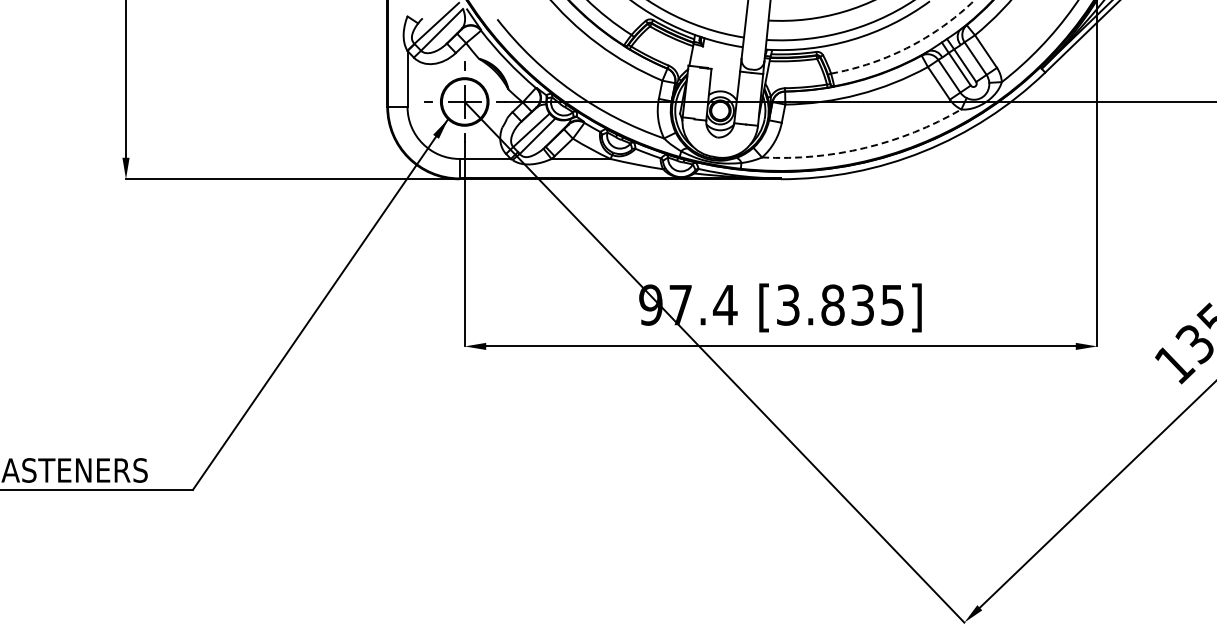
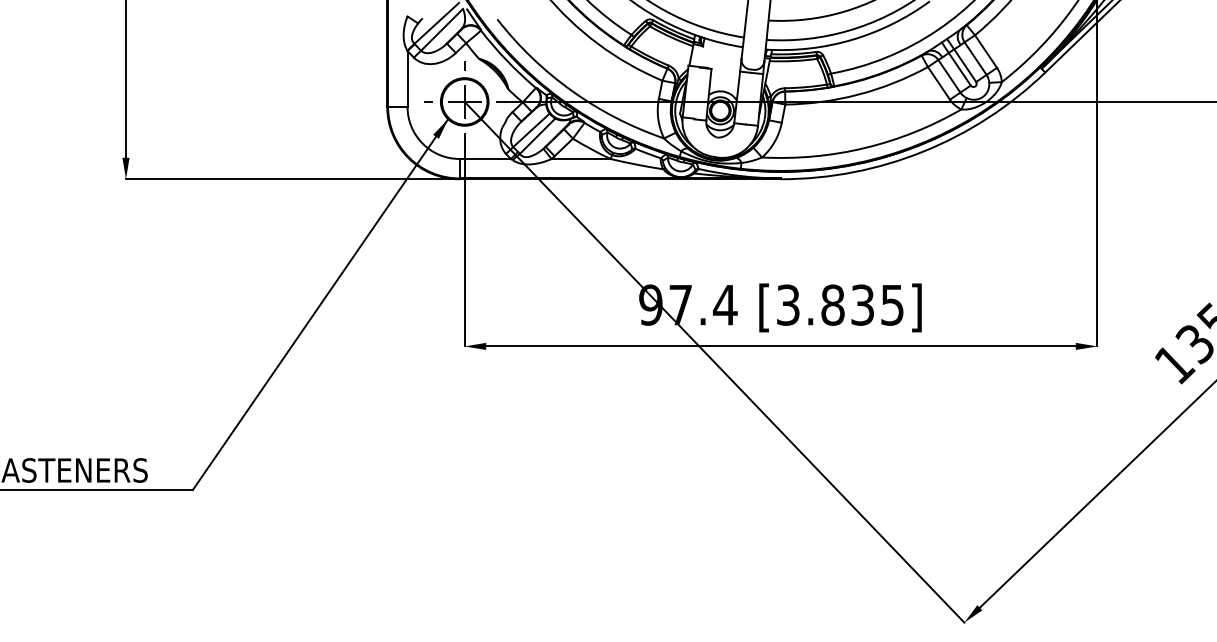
arc at (909, 46): dashed -> solid
arc at (865, 147): dashed -> solid
